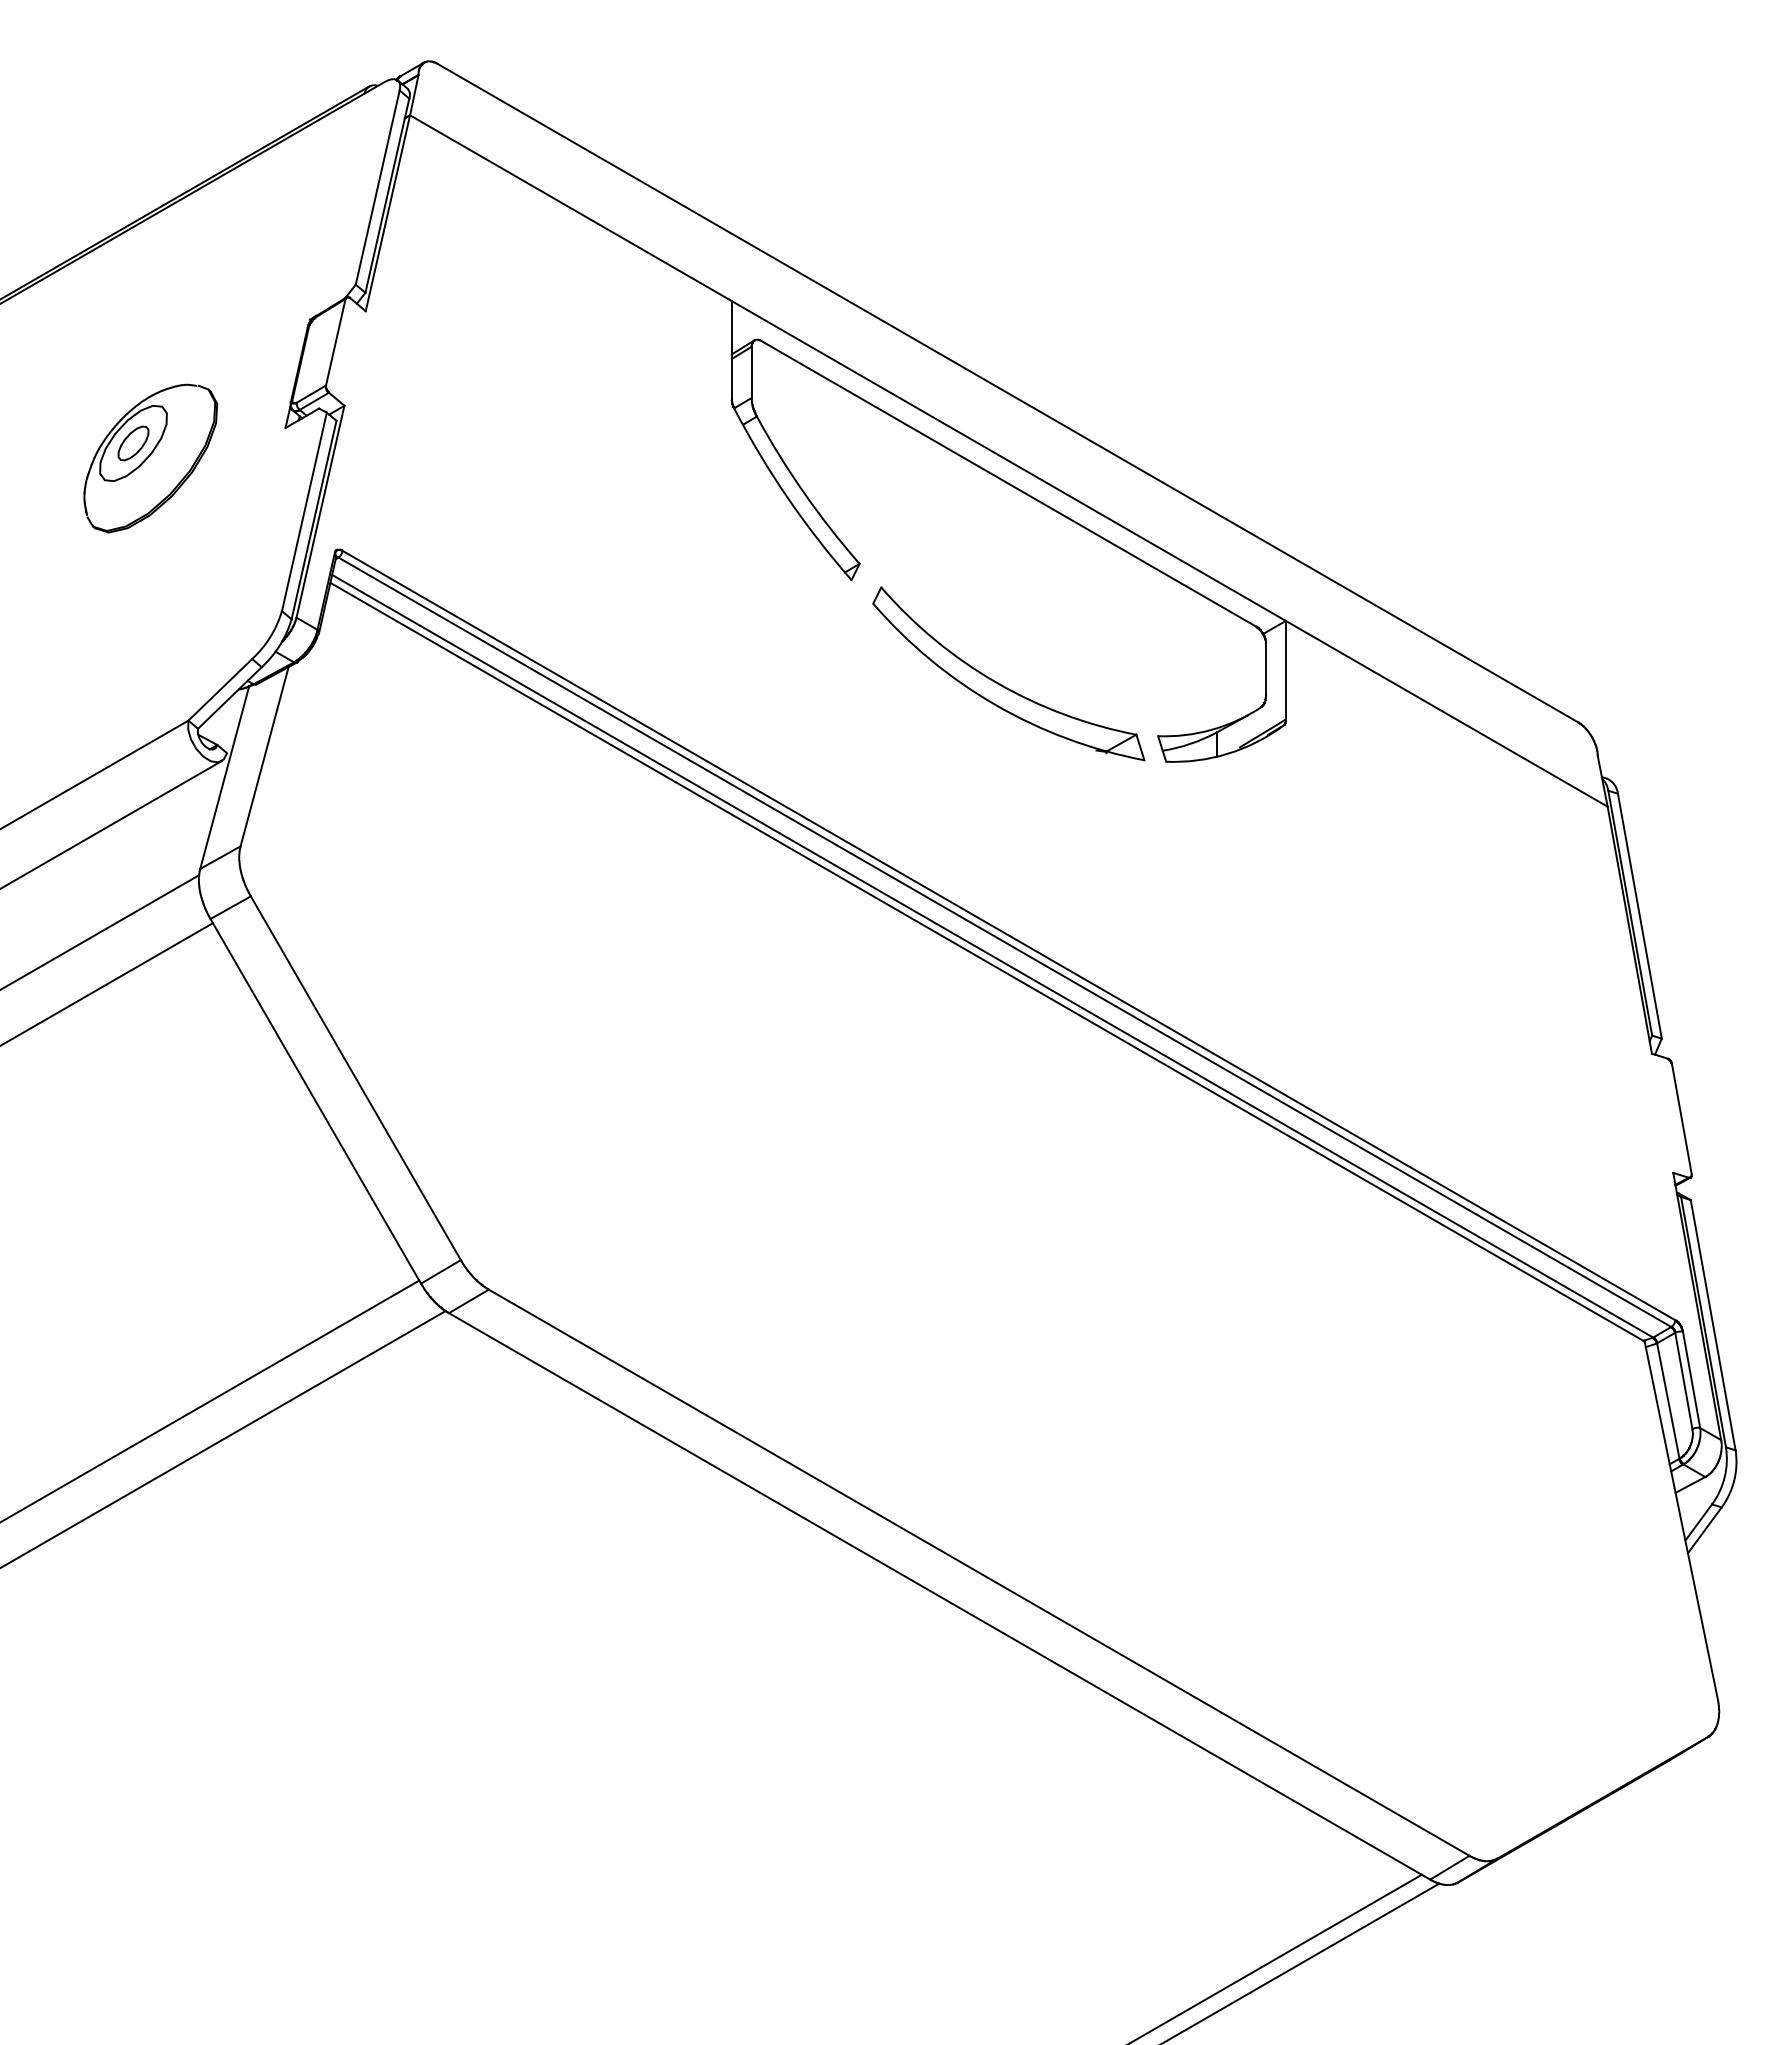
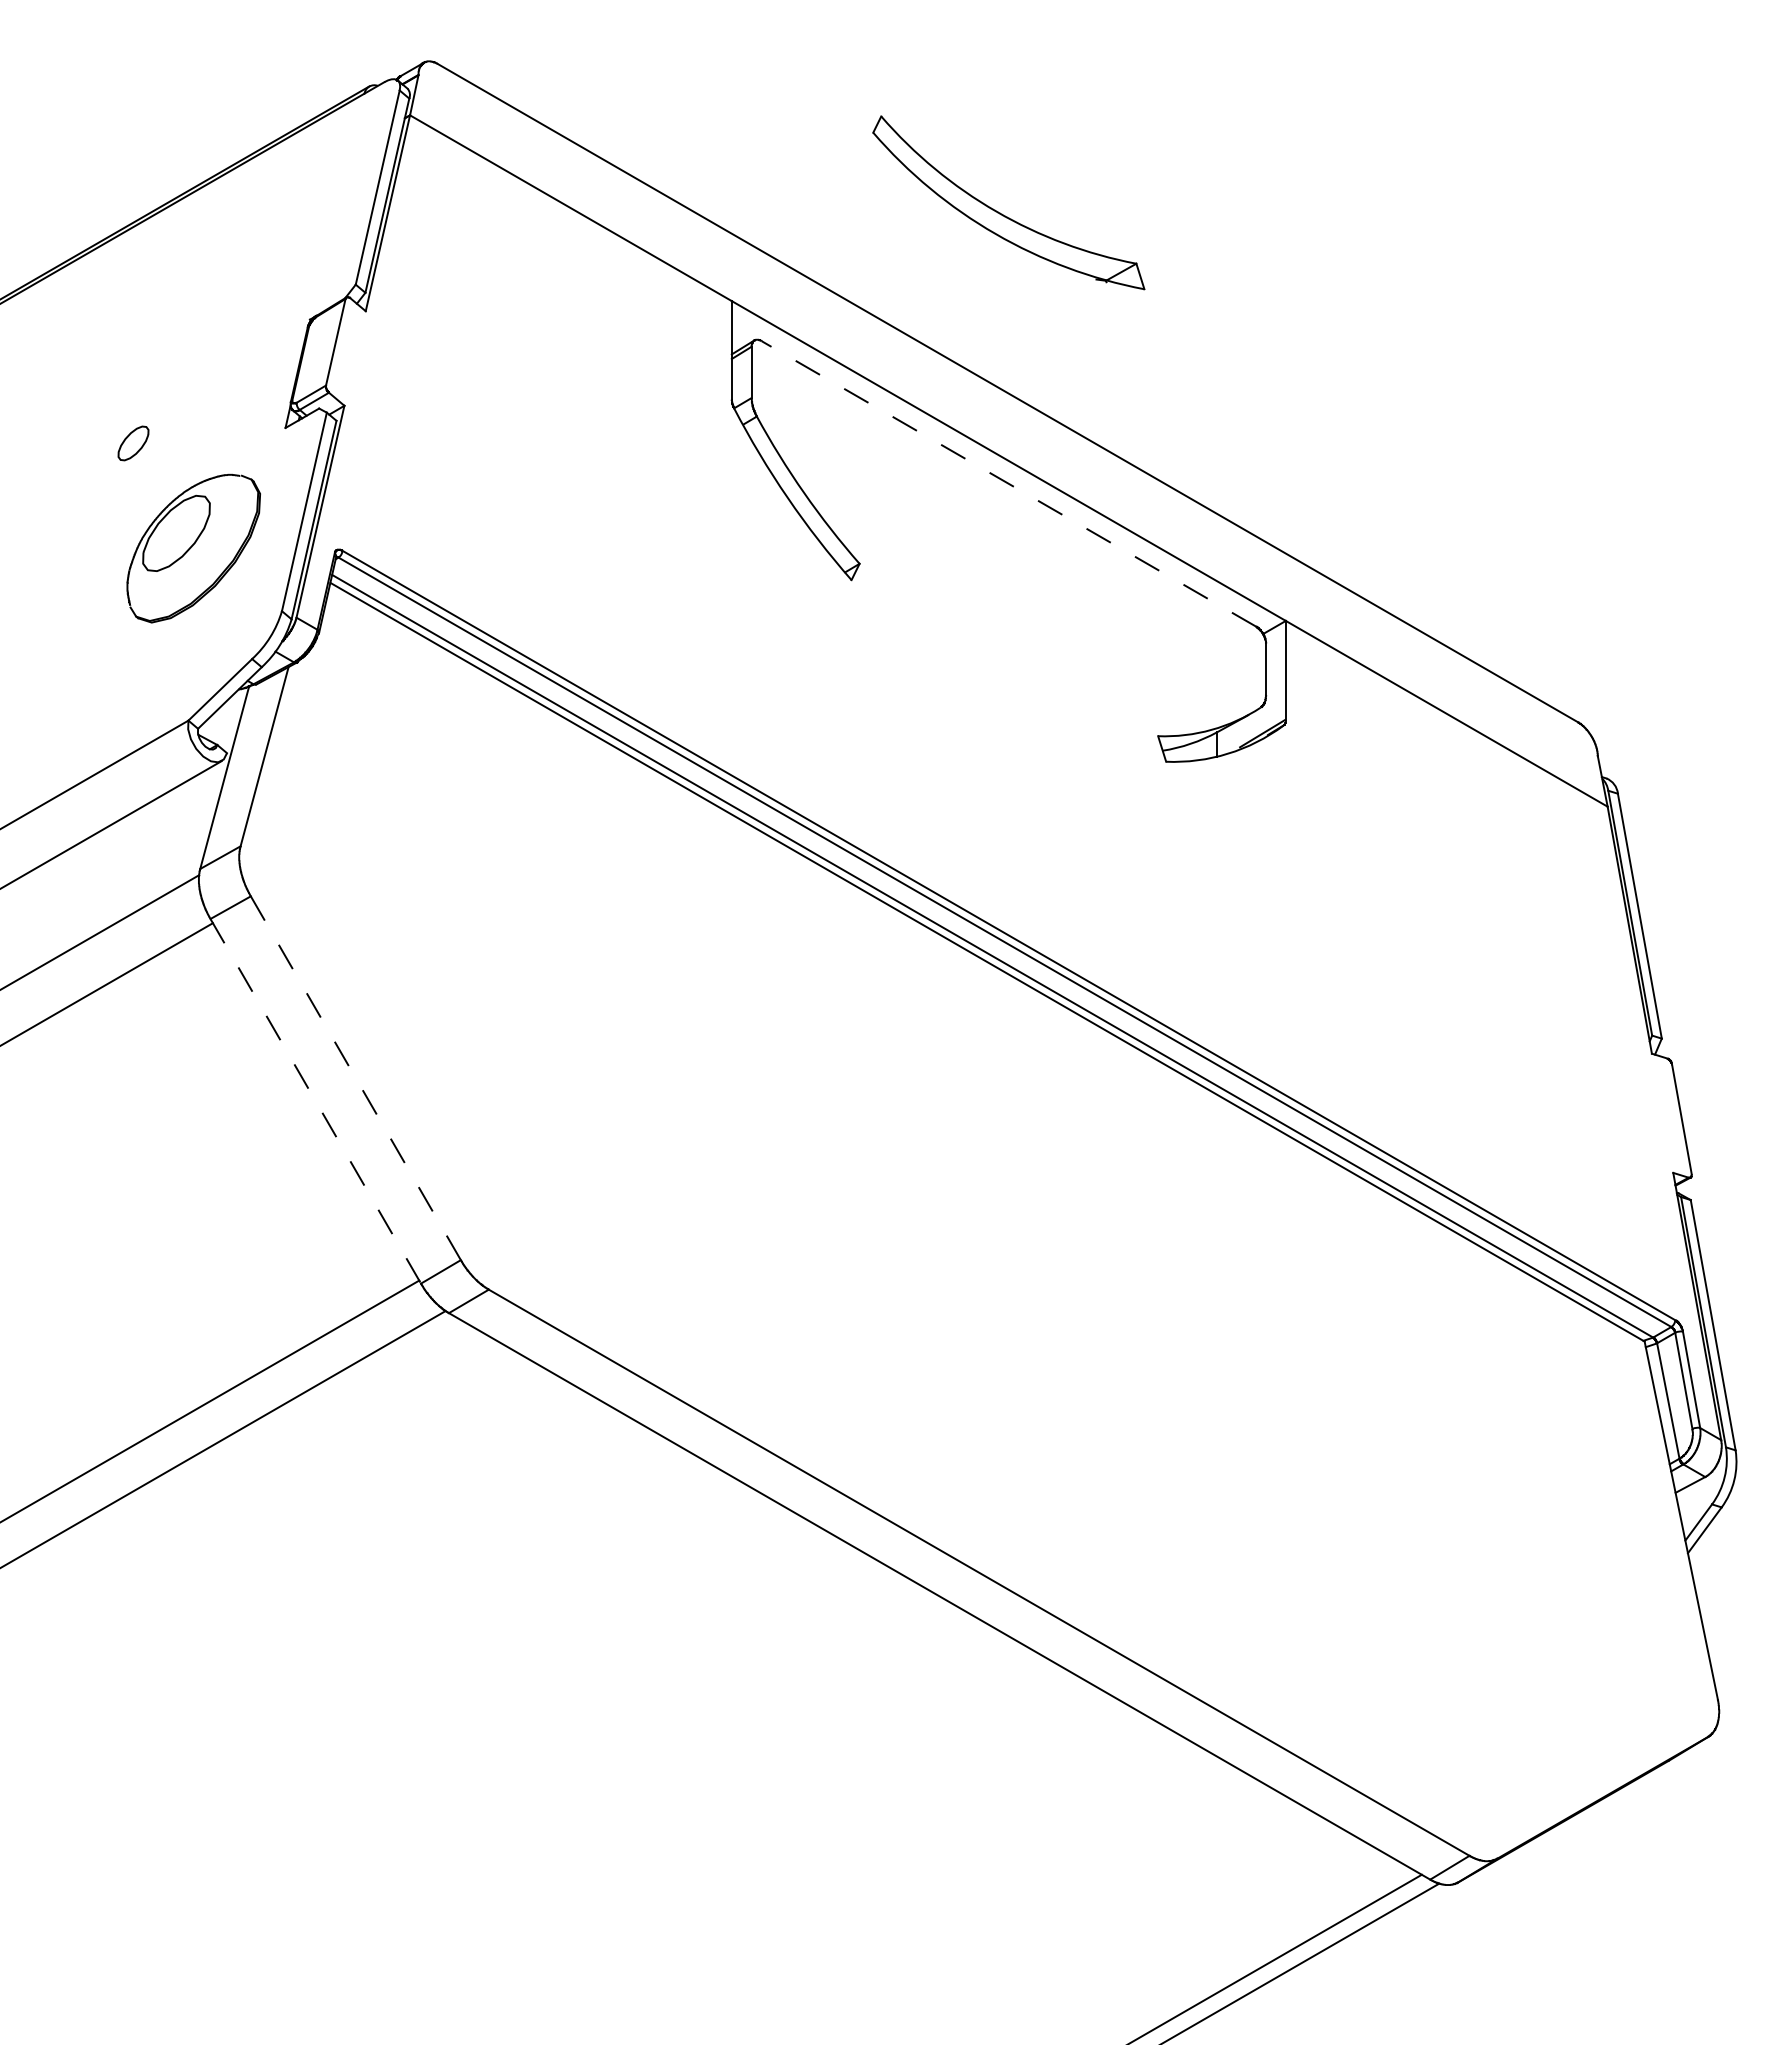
part at (150, 458) position: (150, 458) -> (193, 548)
line at (1008, 483): solid -> dashed
part at (1002, 684) position: (1002, 684) -> (1002, 213)
line at (356, 1078): solid -> dashed
line at (315, 1101): solid -> dashed
